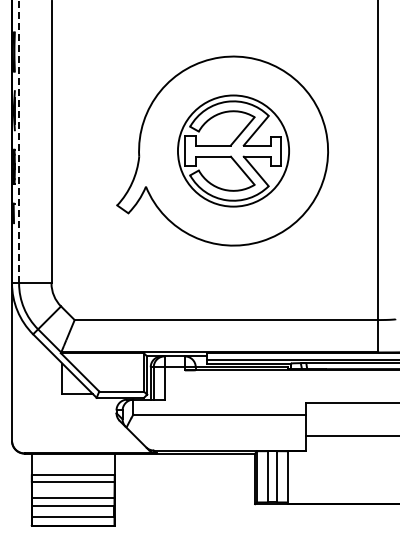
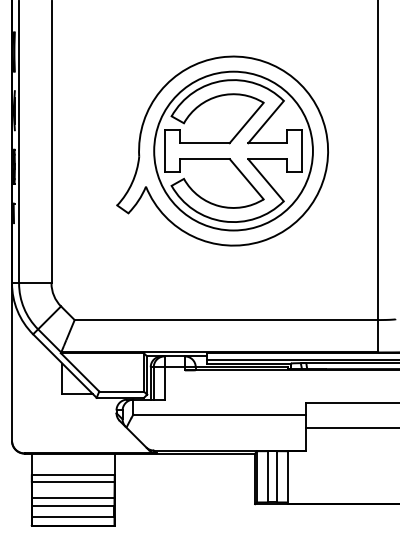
line at (19, 141): dashed -> solid
part at (233, 150) size: 113x114 px -> 161x162 px
line at (350, 436) position: (350, 436) -> (350, 428)
